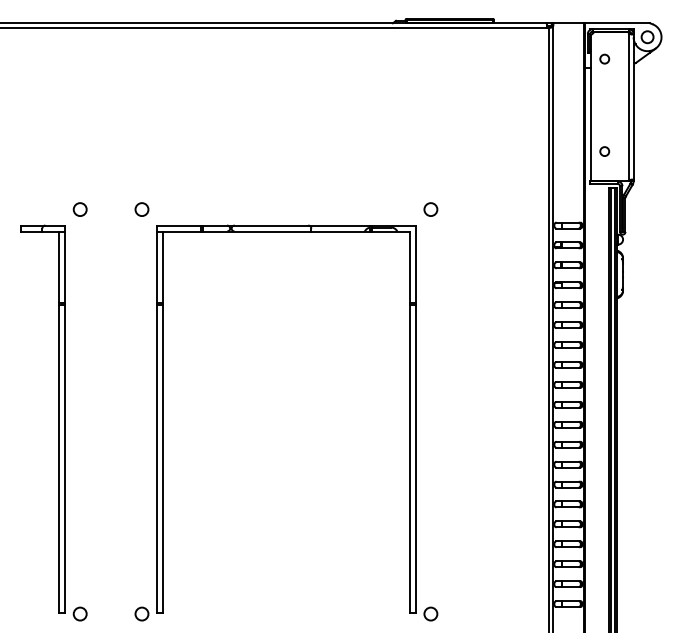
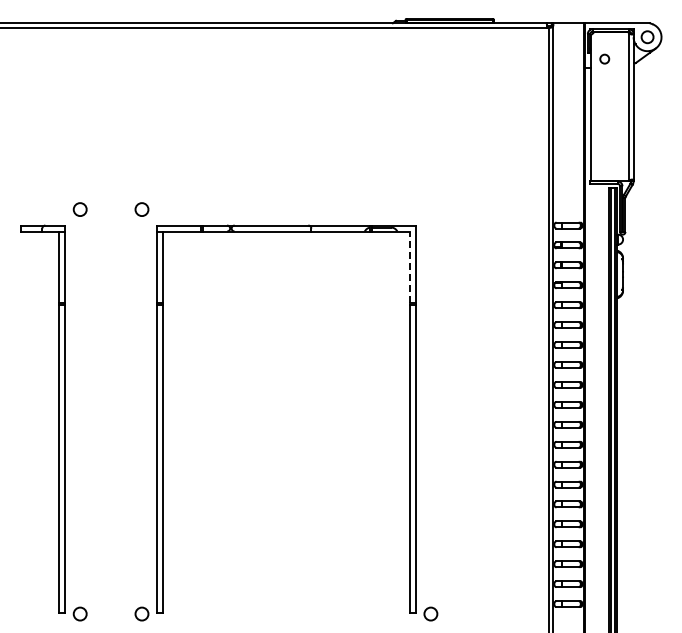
circle at (604, 151): present -> none
circle at (430, 209): present -> none
line at (409, 267): solid -> dashed
